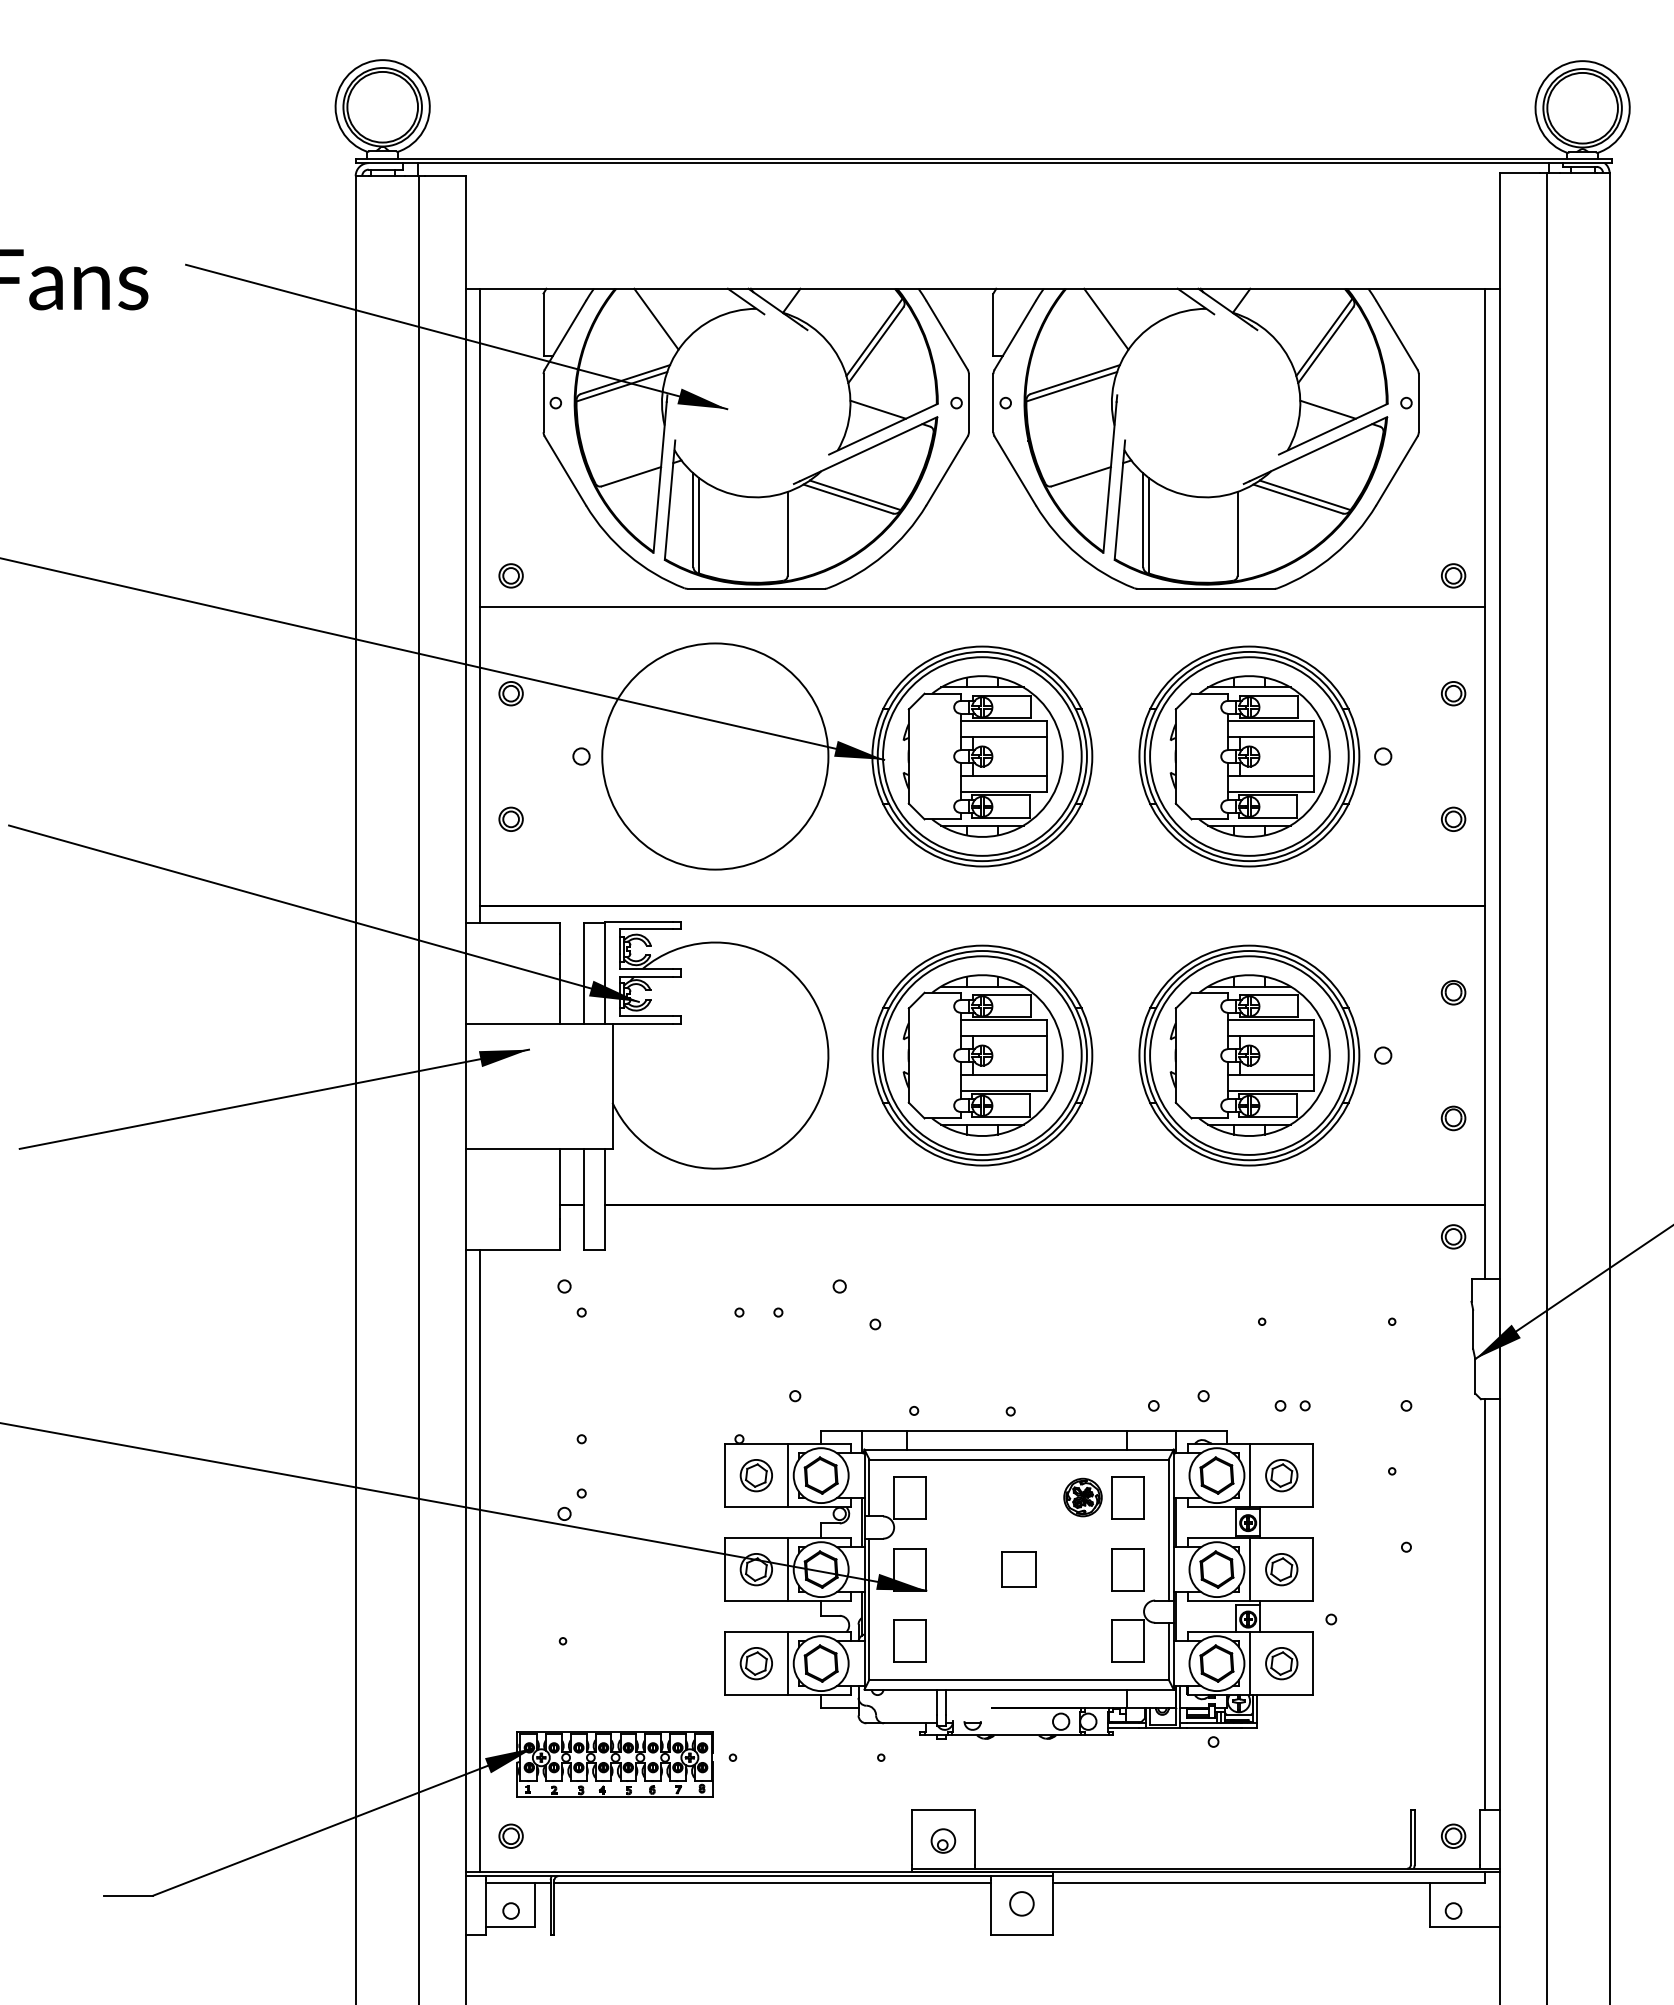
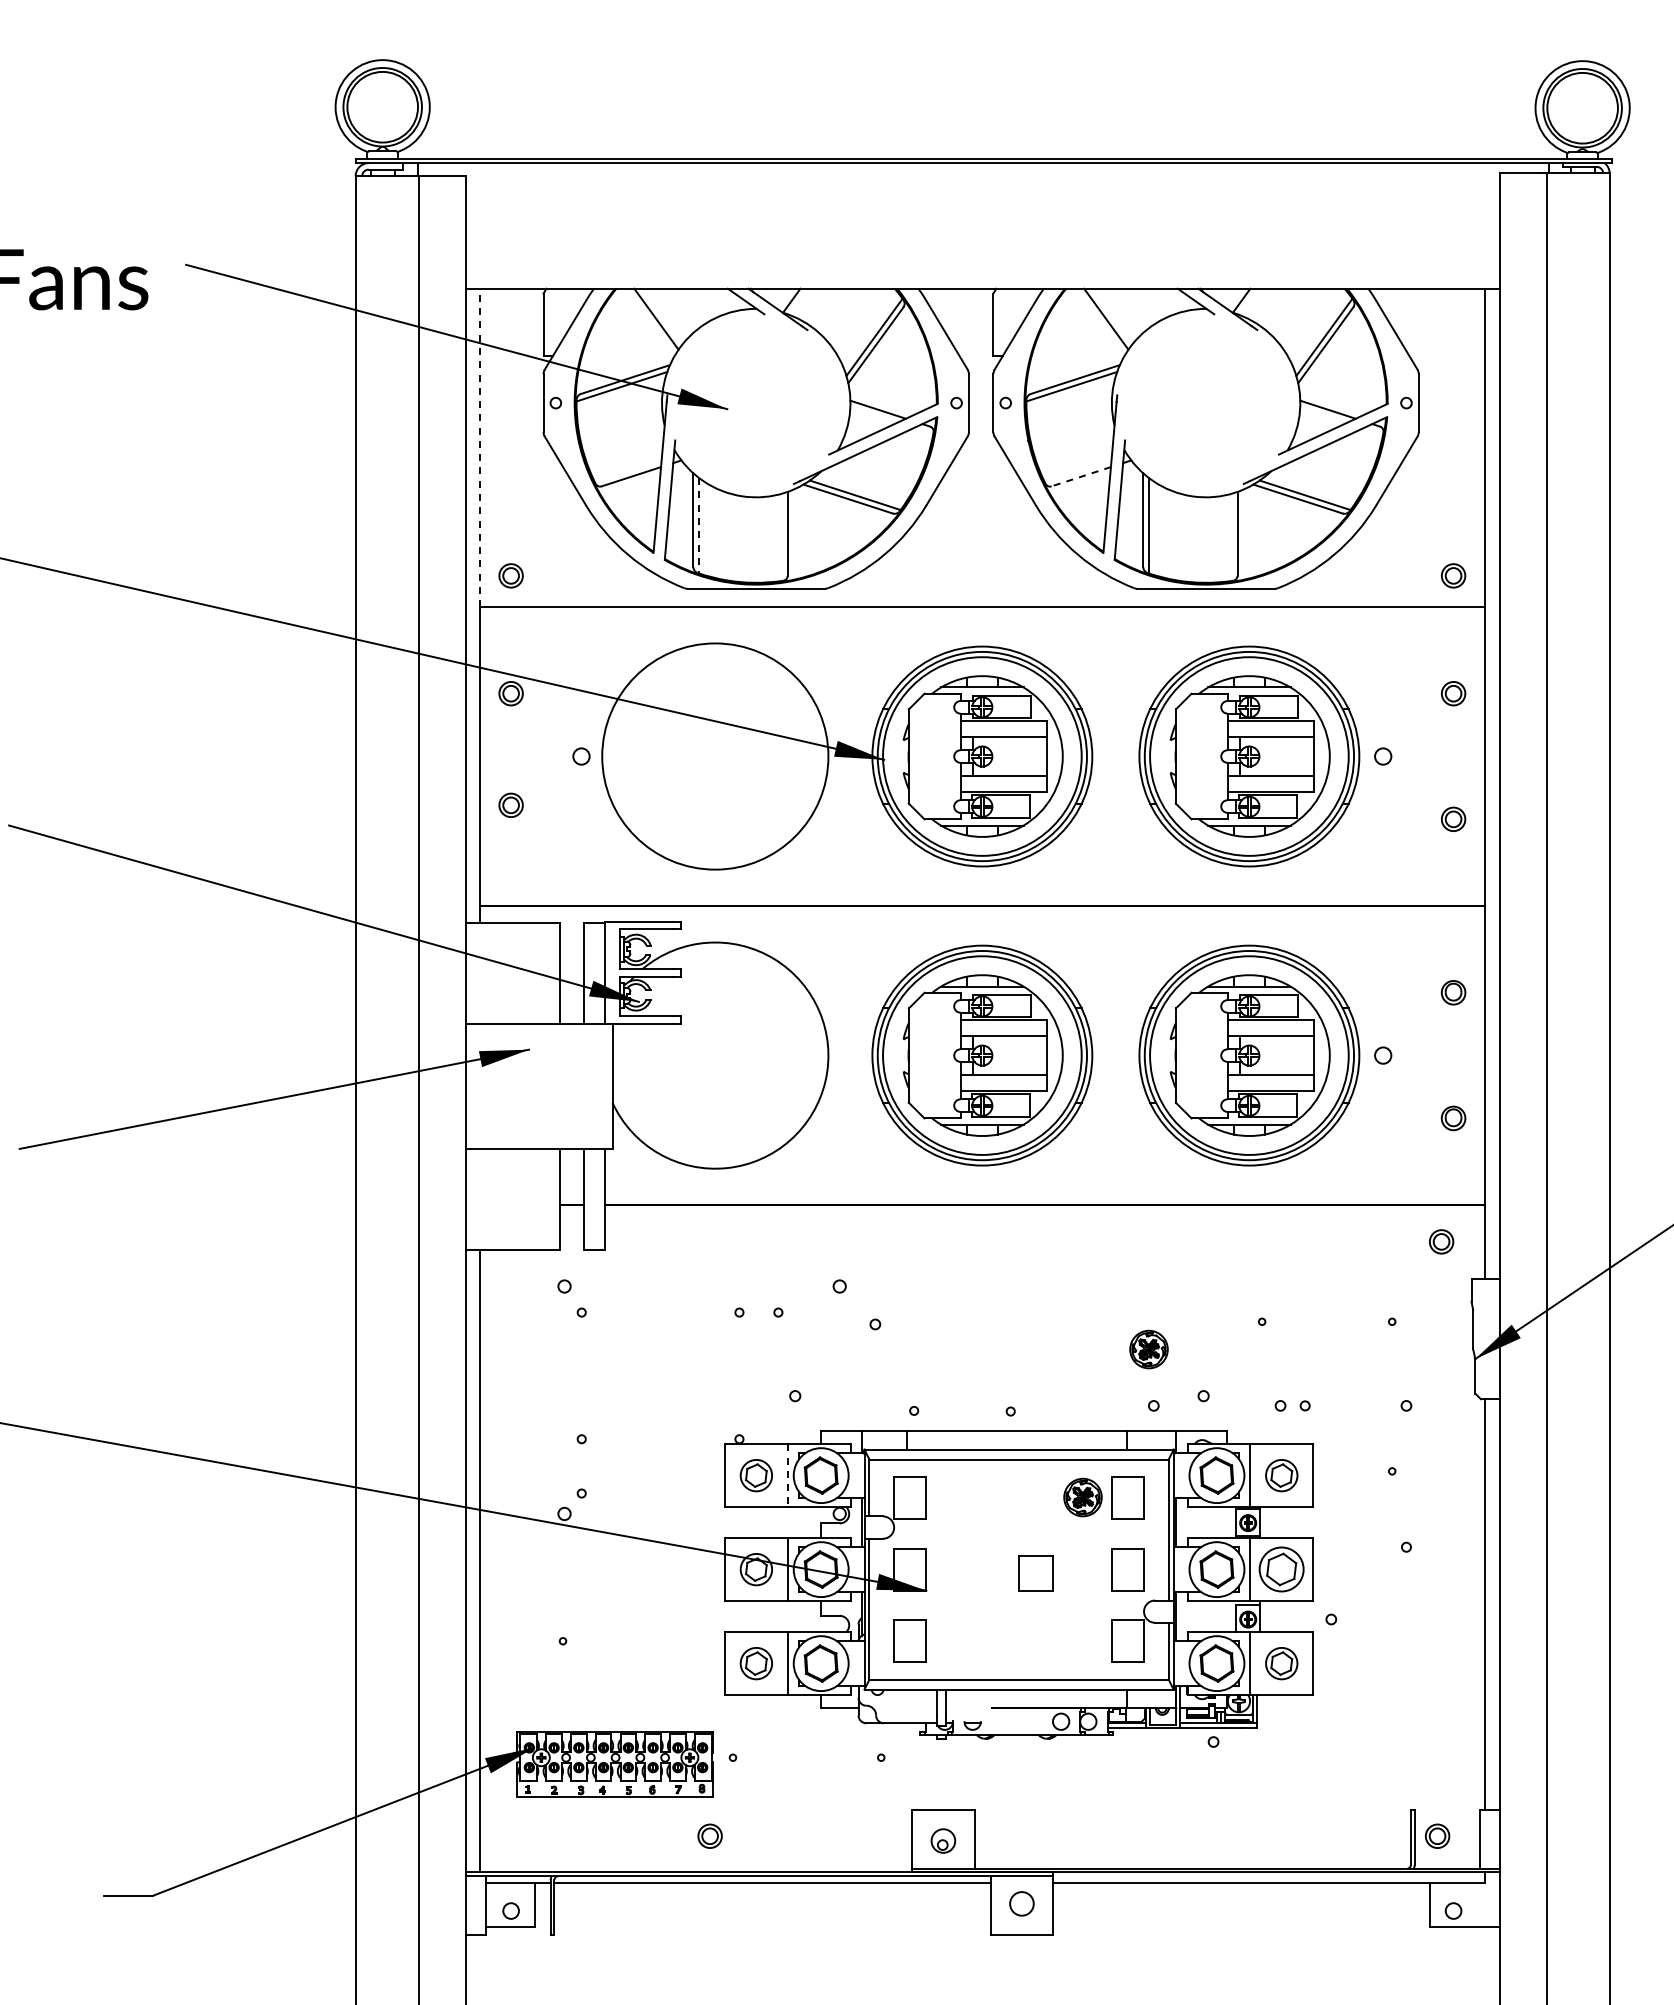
line at (479, 447): solid -> dashed
line at (1080, 476): solid -> dashed
line at (699, 525): solid -> dashed
part at (510, 818) position: (510, 818) -> (510, 804)
part at (1453, 1236) position: (1453, 1236) -> (1441, 1241)
part at (1148, 1349): none -> present
line at (787, 1476): solid -> dashed
part at (1018, 1569) position: (1018, 1569) -> (1035, 1573)
part at (1281, 1569) size: 34x34 px -> 47x47 px
part at (510, 1835) position: (510, 1835) -> (709, 1835)
part at (1453, 1835) position: (1453, 1835) -> (1437, 1835)
